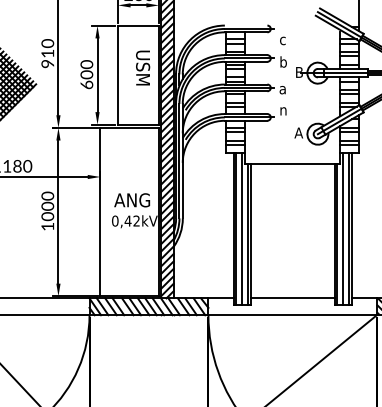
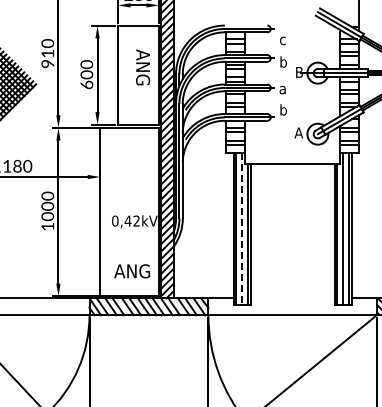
text at (143, 67): USM -> ANG
text at (283, 109): n -> b
text at (132, 200) position: (132, 200) -> (132, 271)
line at (242, 228): solid -> dashed
line at (292, 298): present -> none
